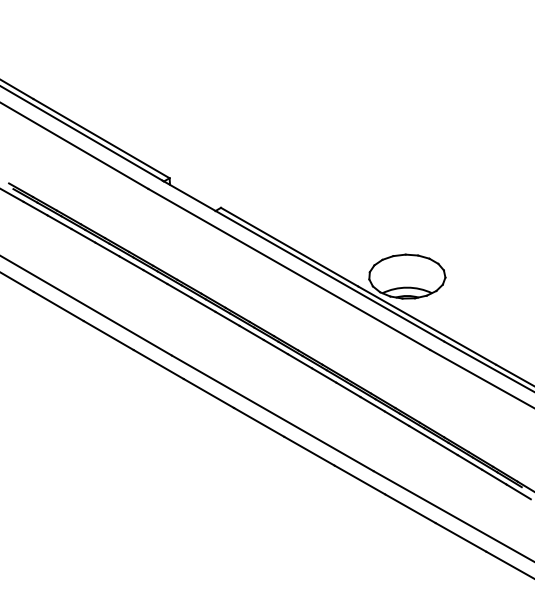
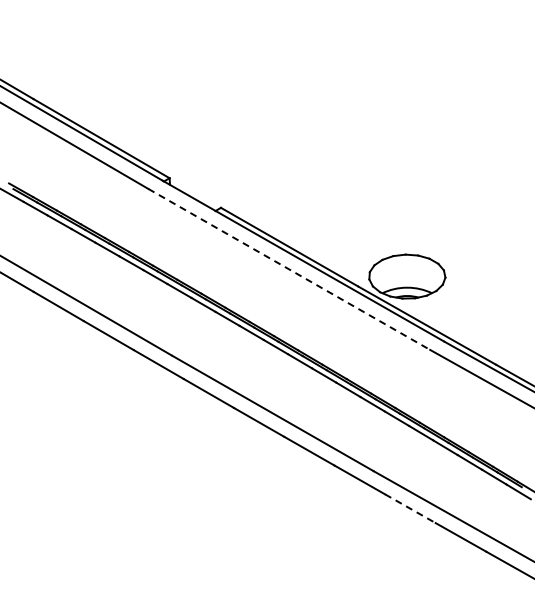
line at (289, 269): solid -> dashed
line at (410, 508): solid -> dashed
